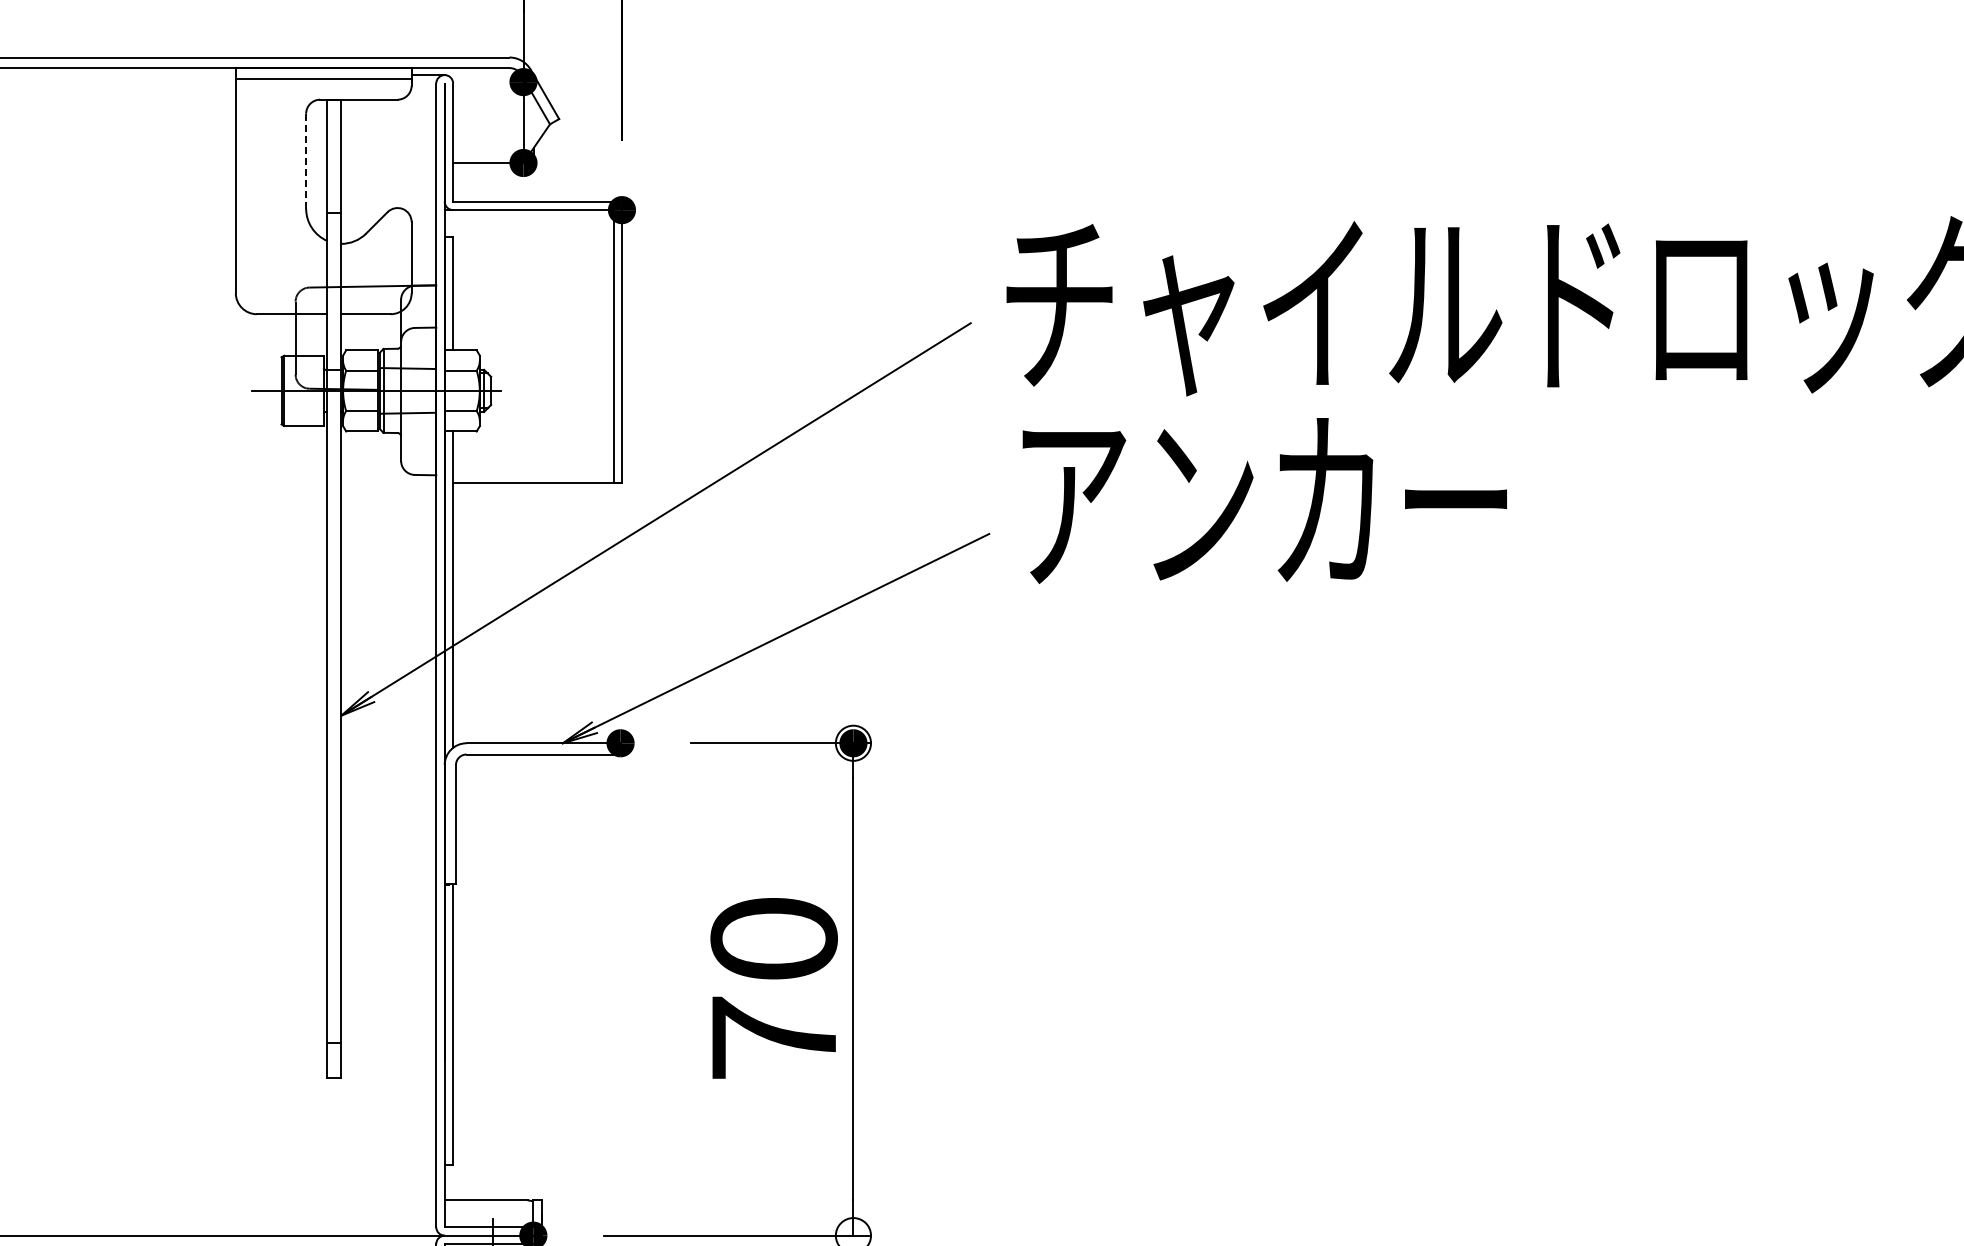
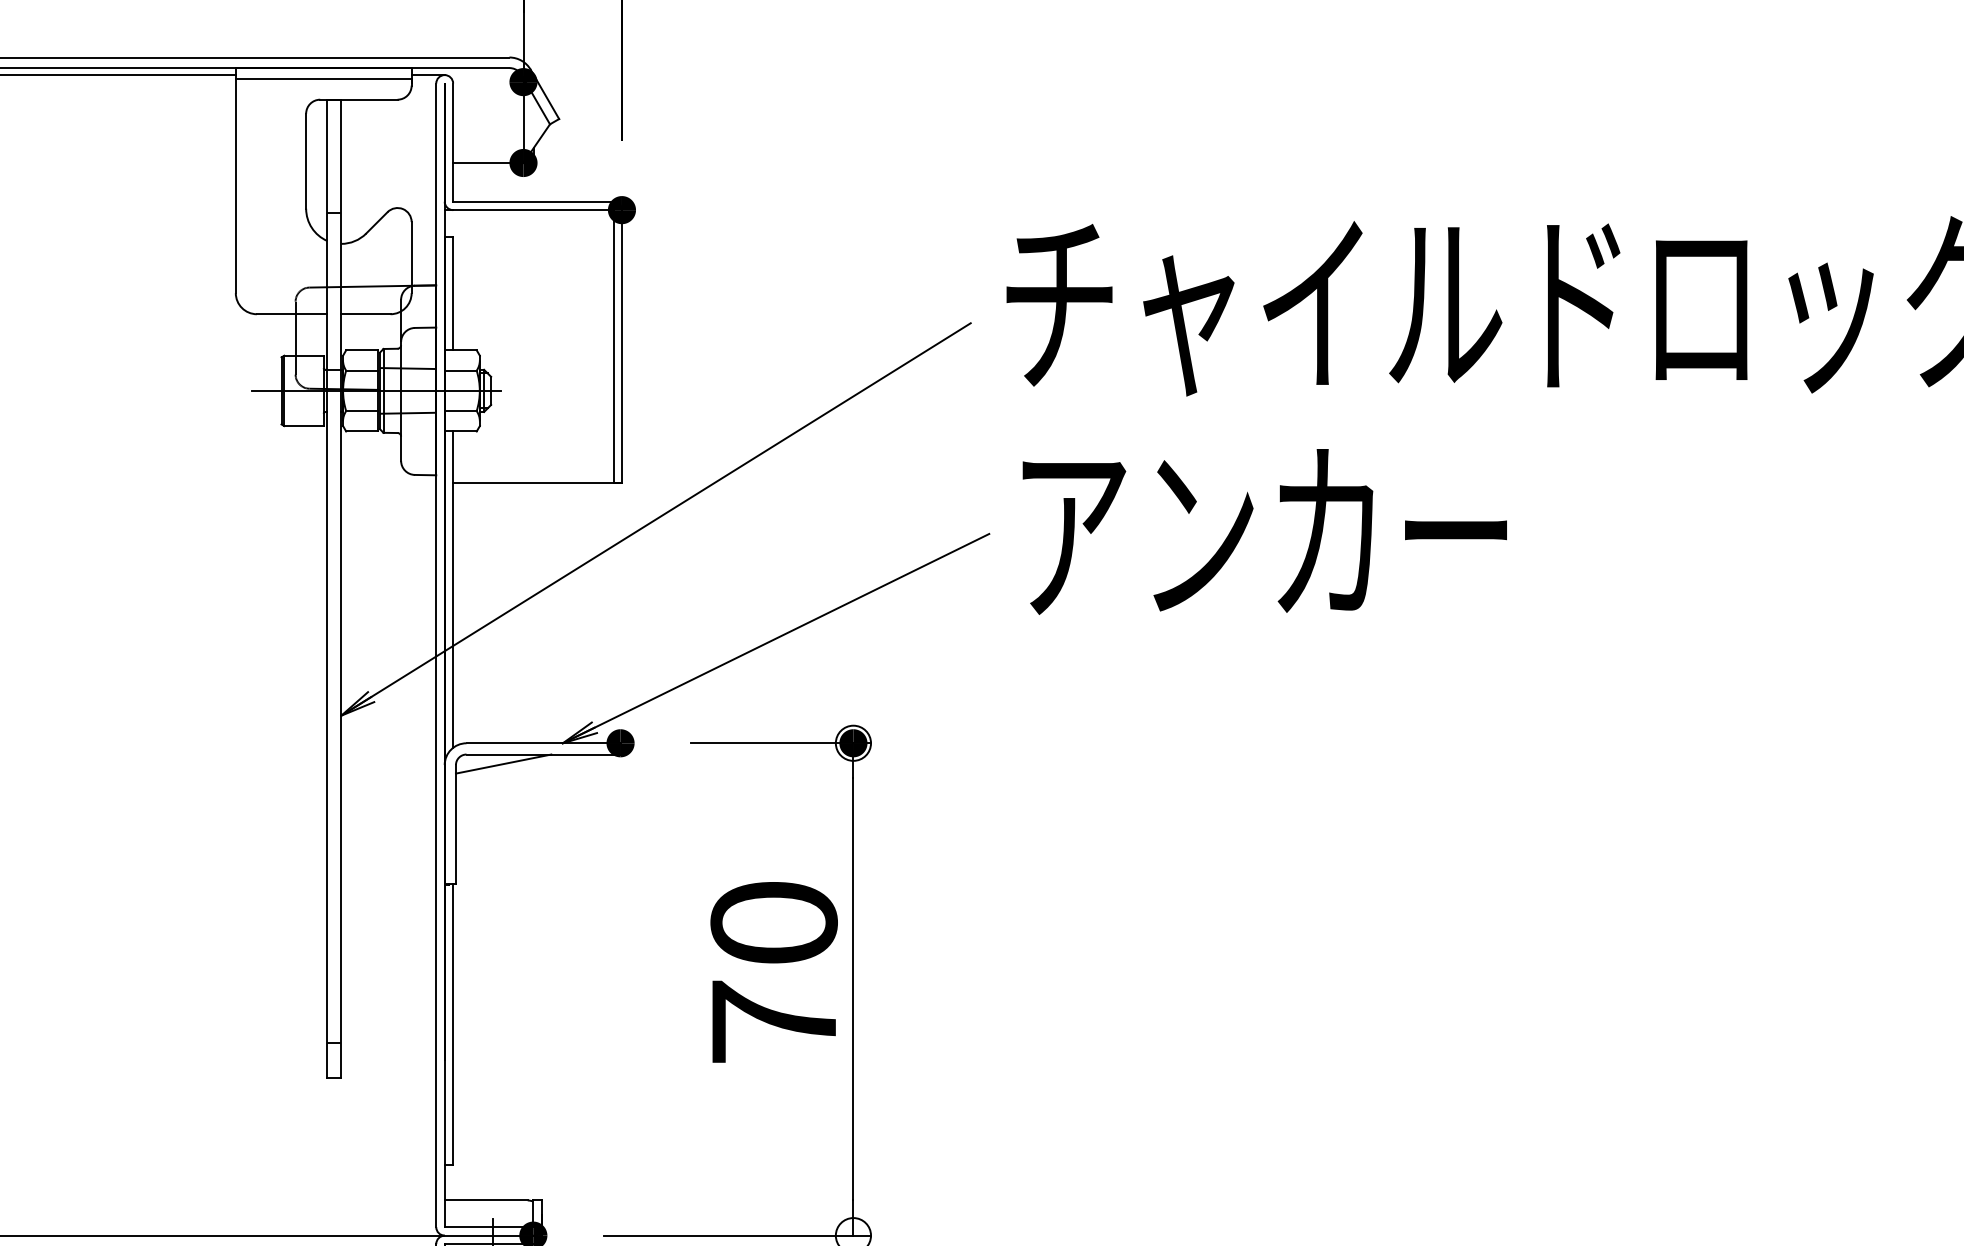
line at (118, 75): none -> present
line at (306, 160): dashed -> solid
text at (1264, 500) position: (1264, 500) -> (1264, 531)
line at (503, 763): none -> present
text at (773, 988) position: (773, 988) -> (773, 972)
